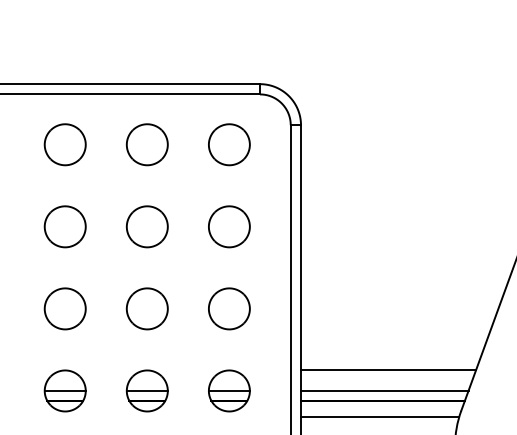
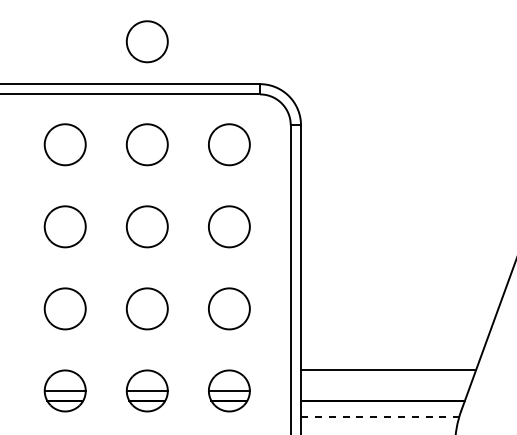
part at (146, 41): none -> present
line at (384, 390): present -> none
line at (380, 417): solid -> dashed
